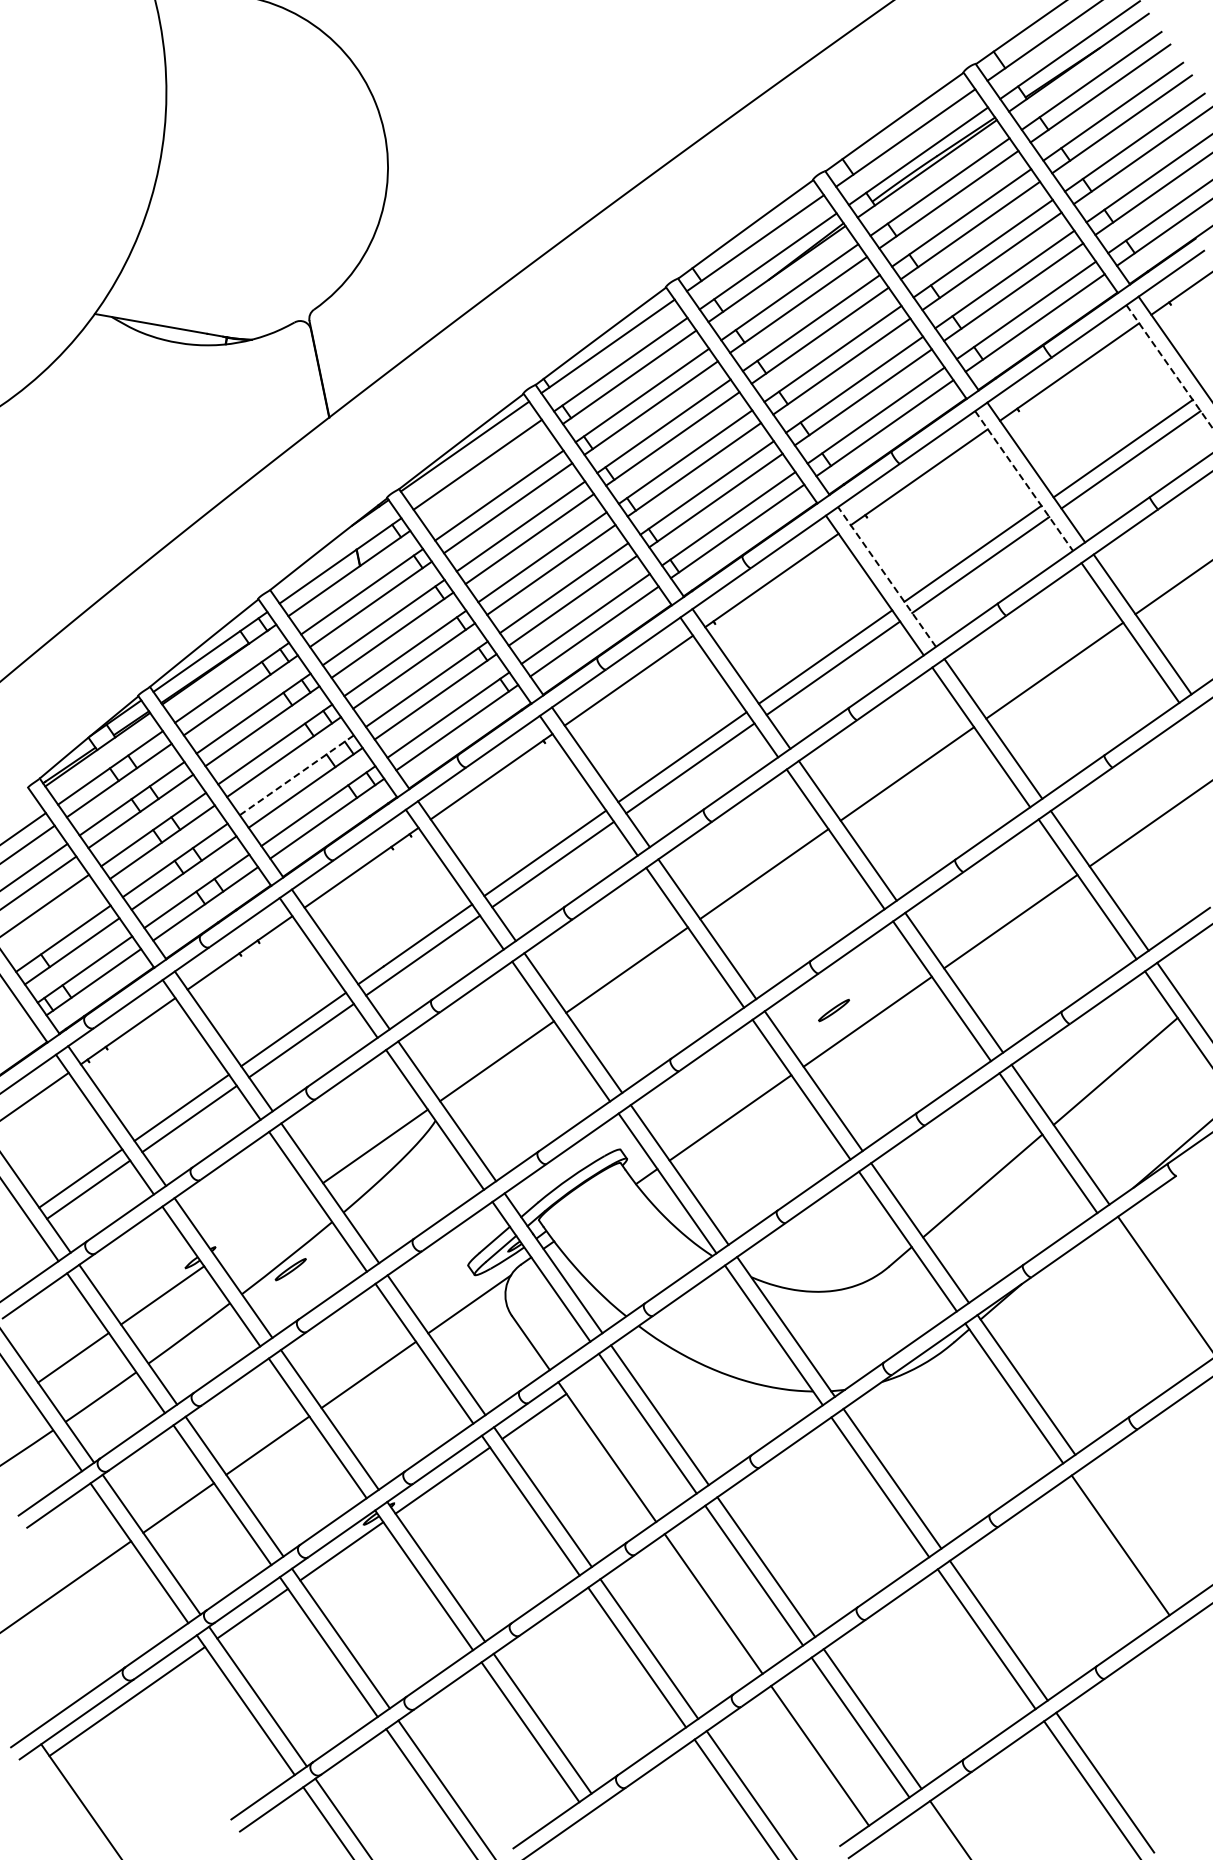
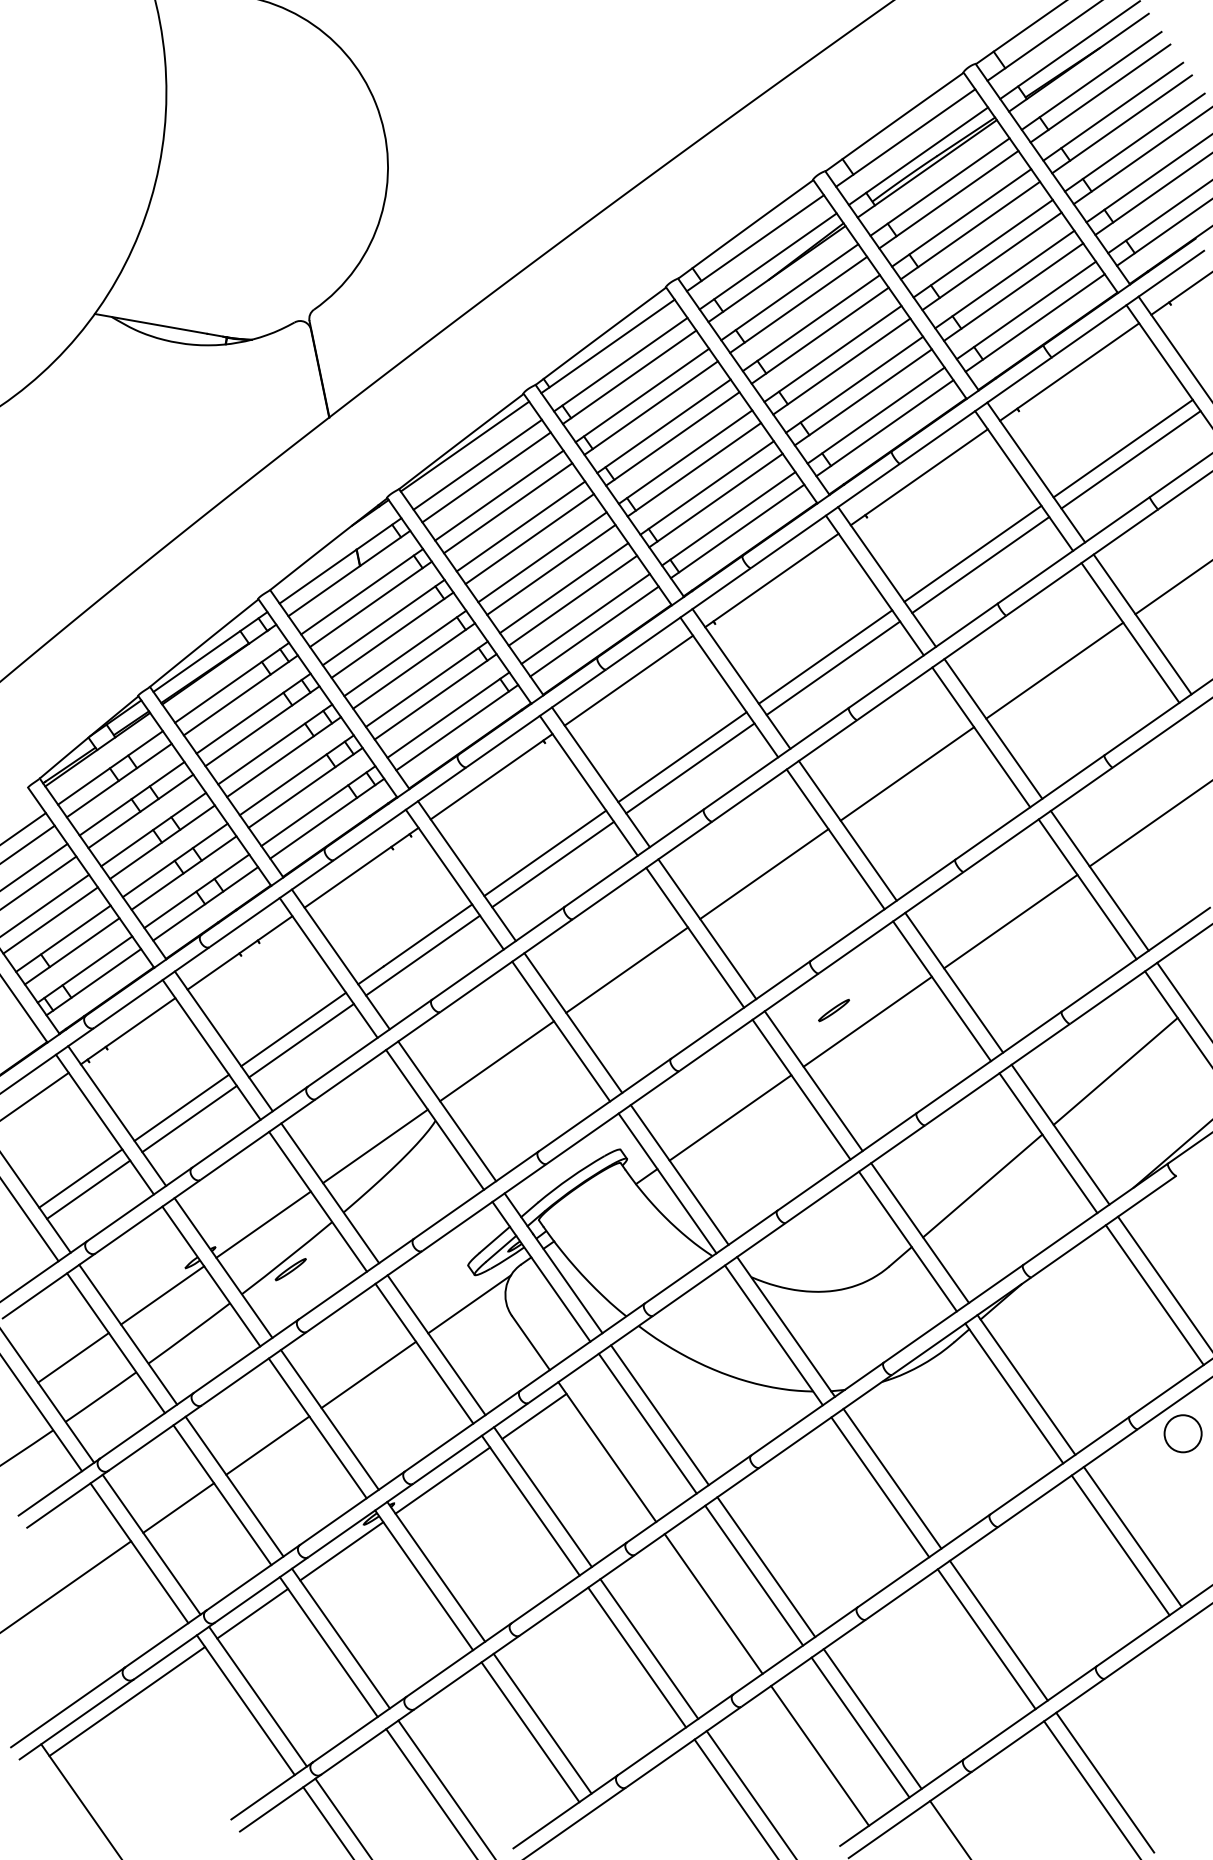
line at (1169, 367): dashed -> solid
line at (486, 477): none -> present
line at (1024, 481): dashed -> solid
line at (886, 576): dashed -> solid
line at (296, 775): dashed -> solid
line at (50, 920): none -> present
line at (263, 1224): none -> present
line at (1154, 1295): none -> present
circle at (1182, 1433): none -> present
line at (1132, 1536): none -> present
